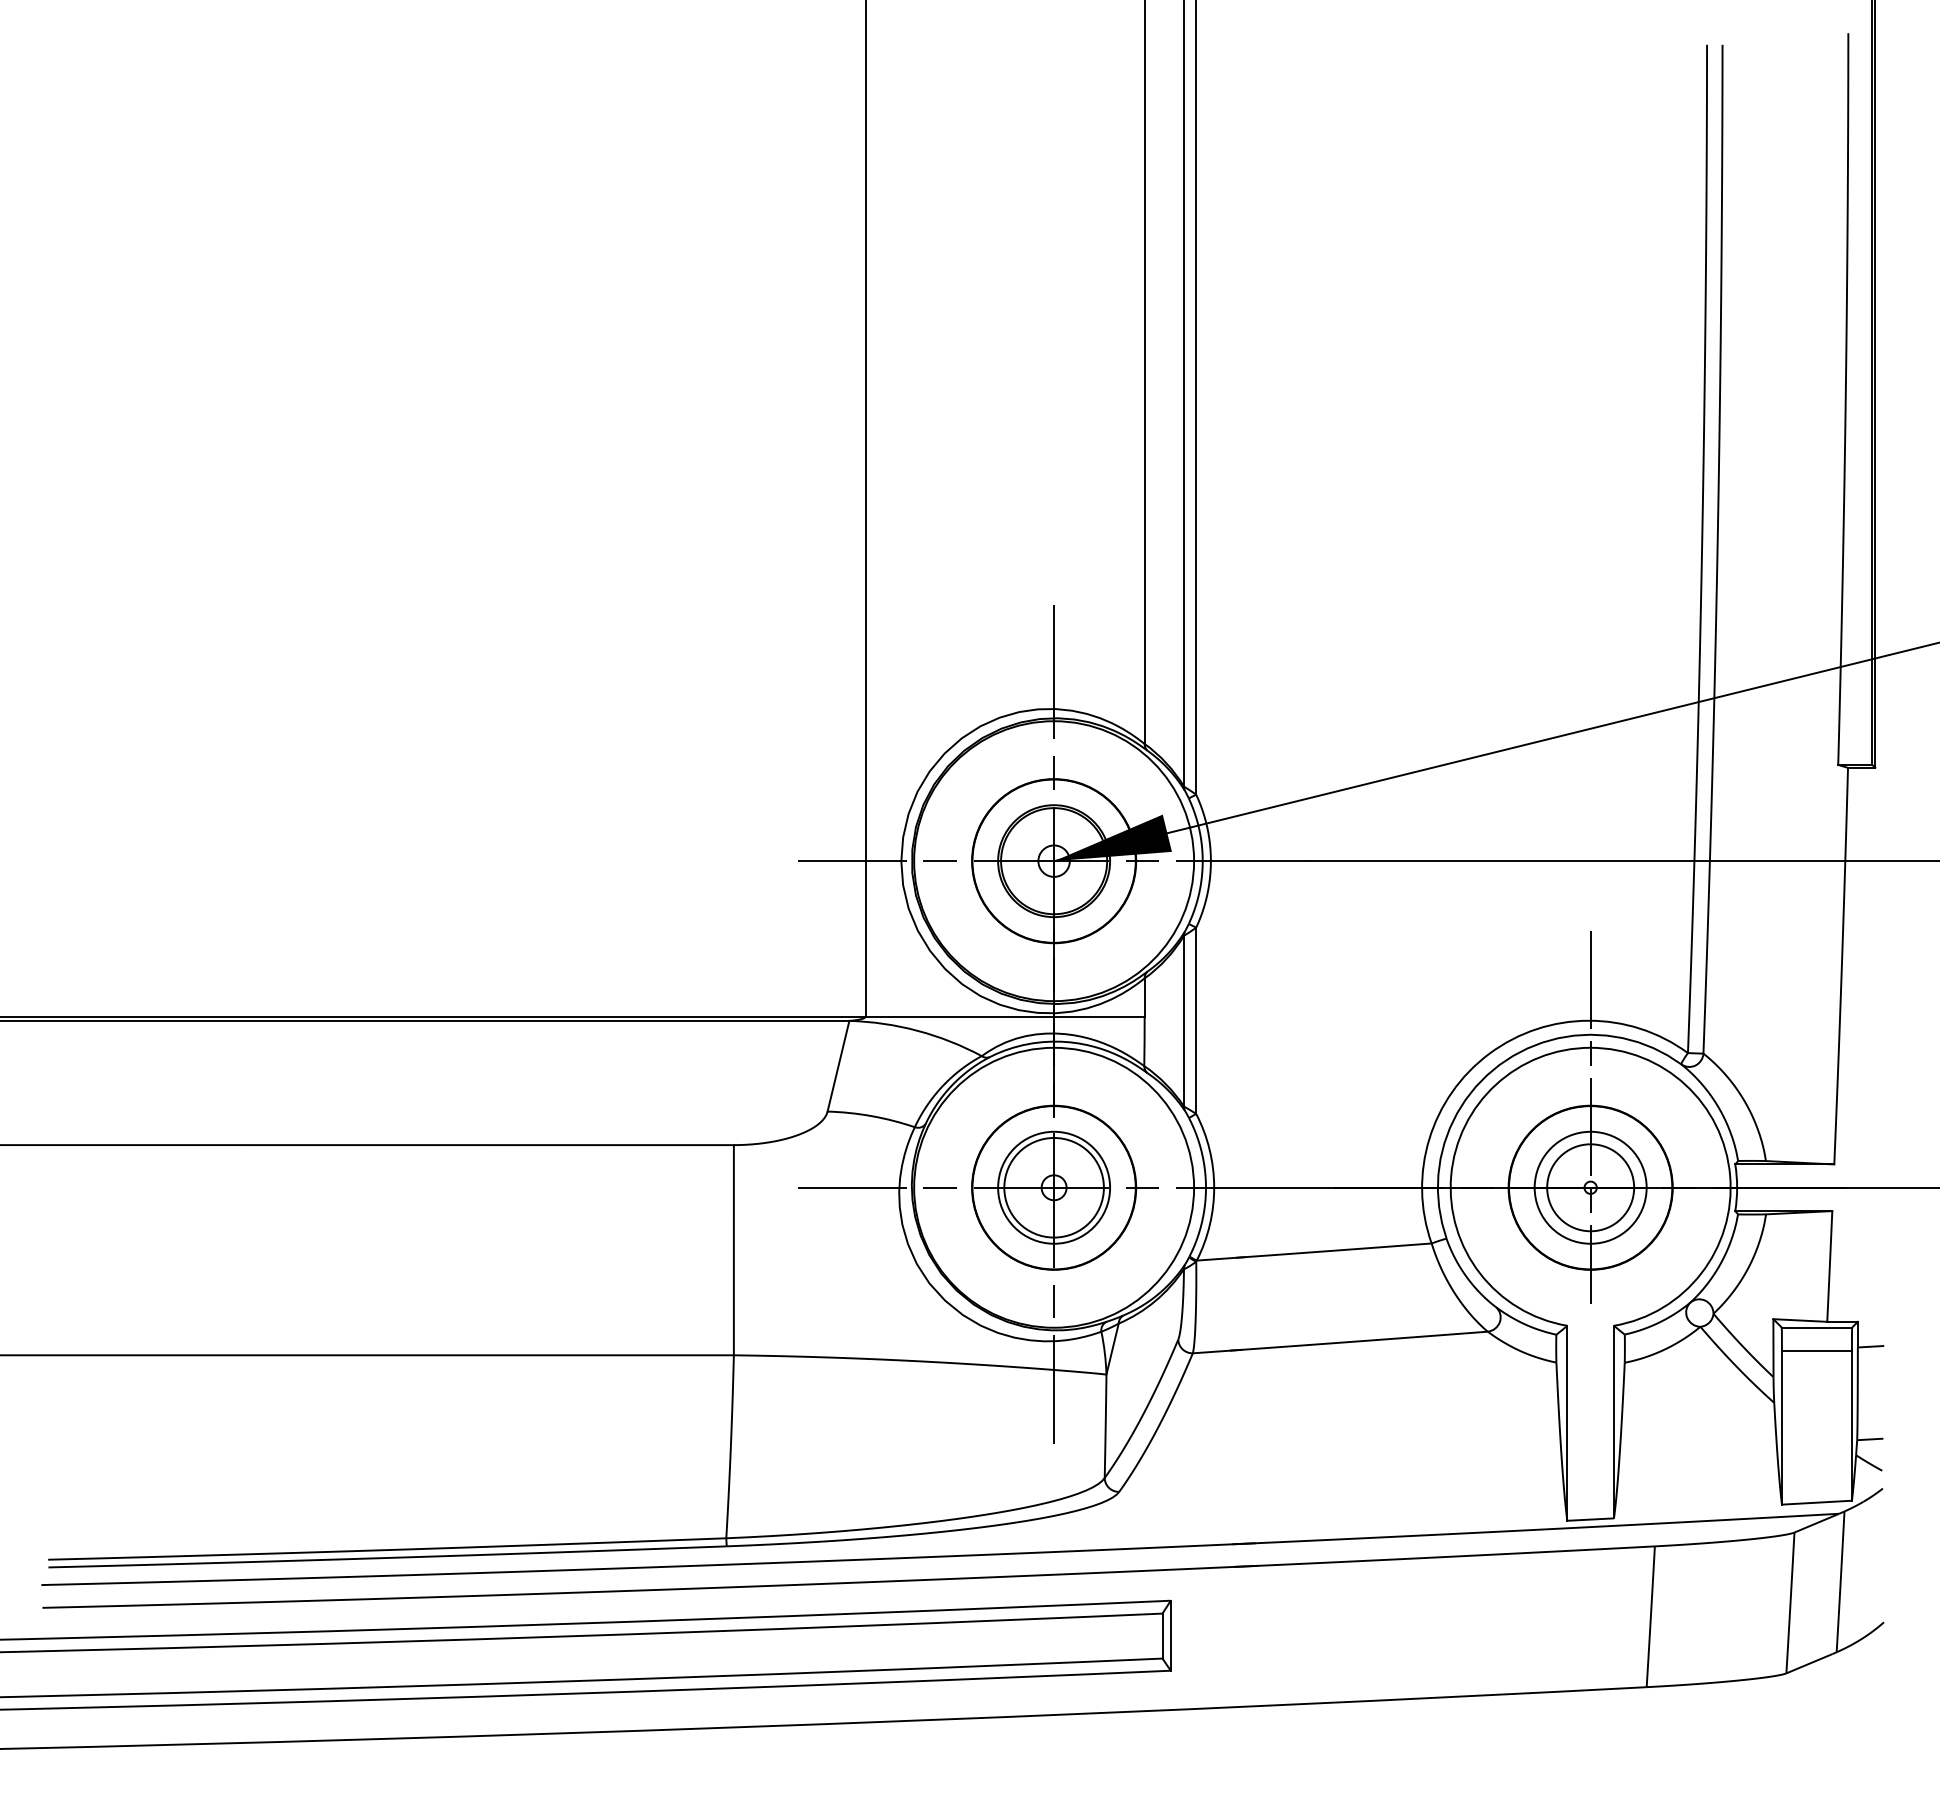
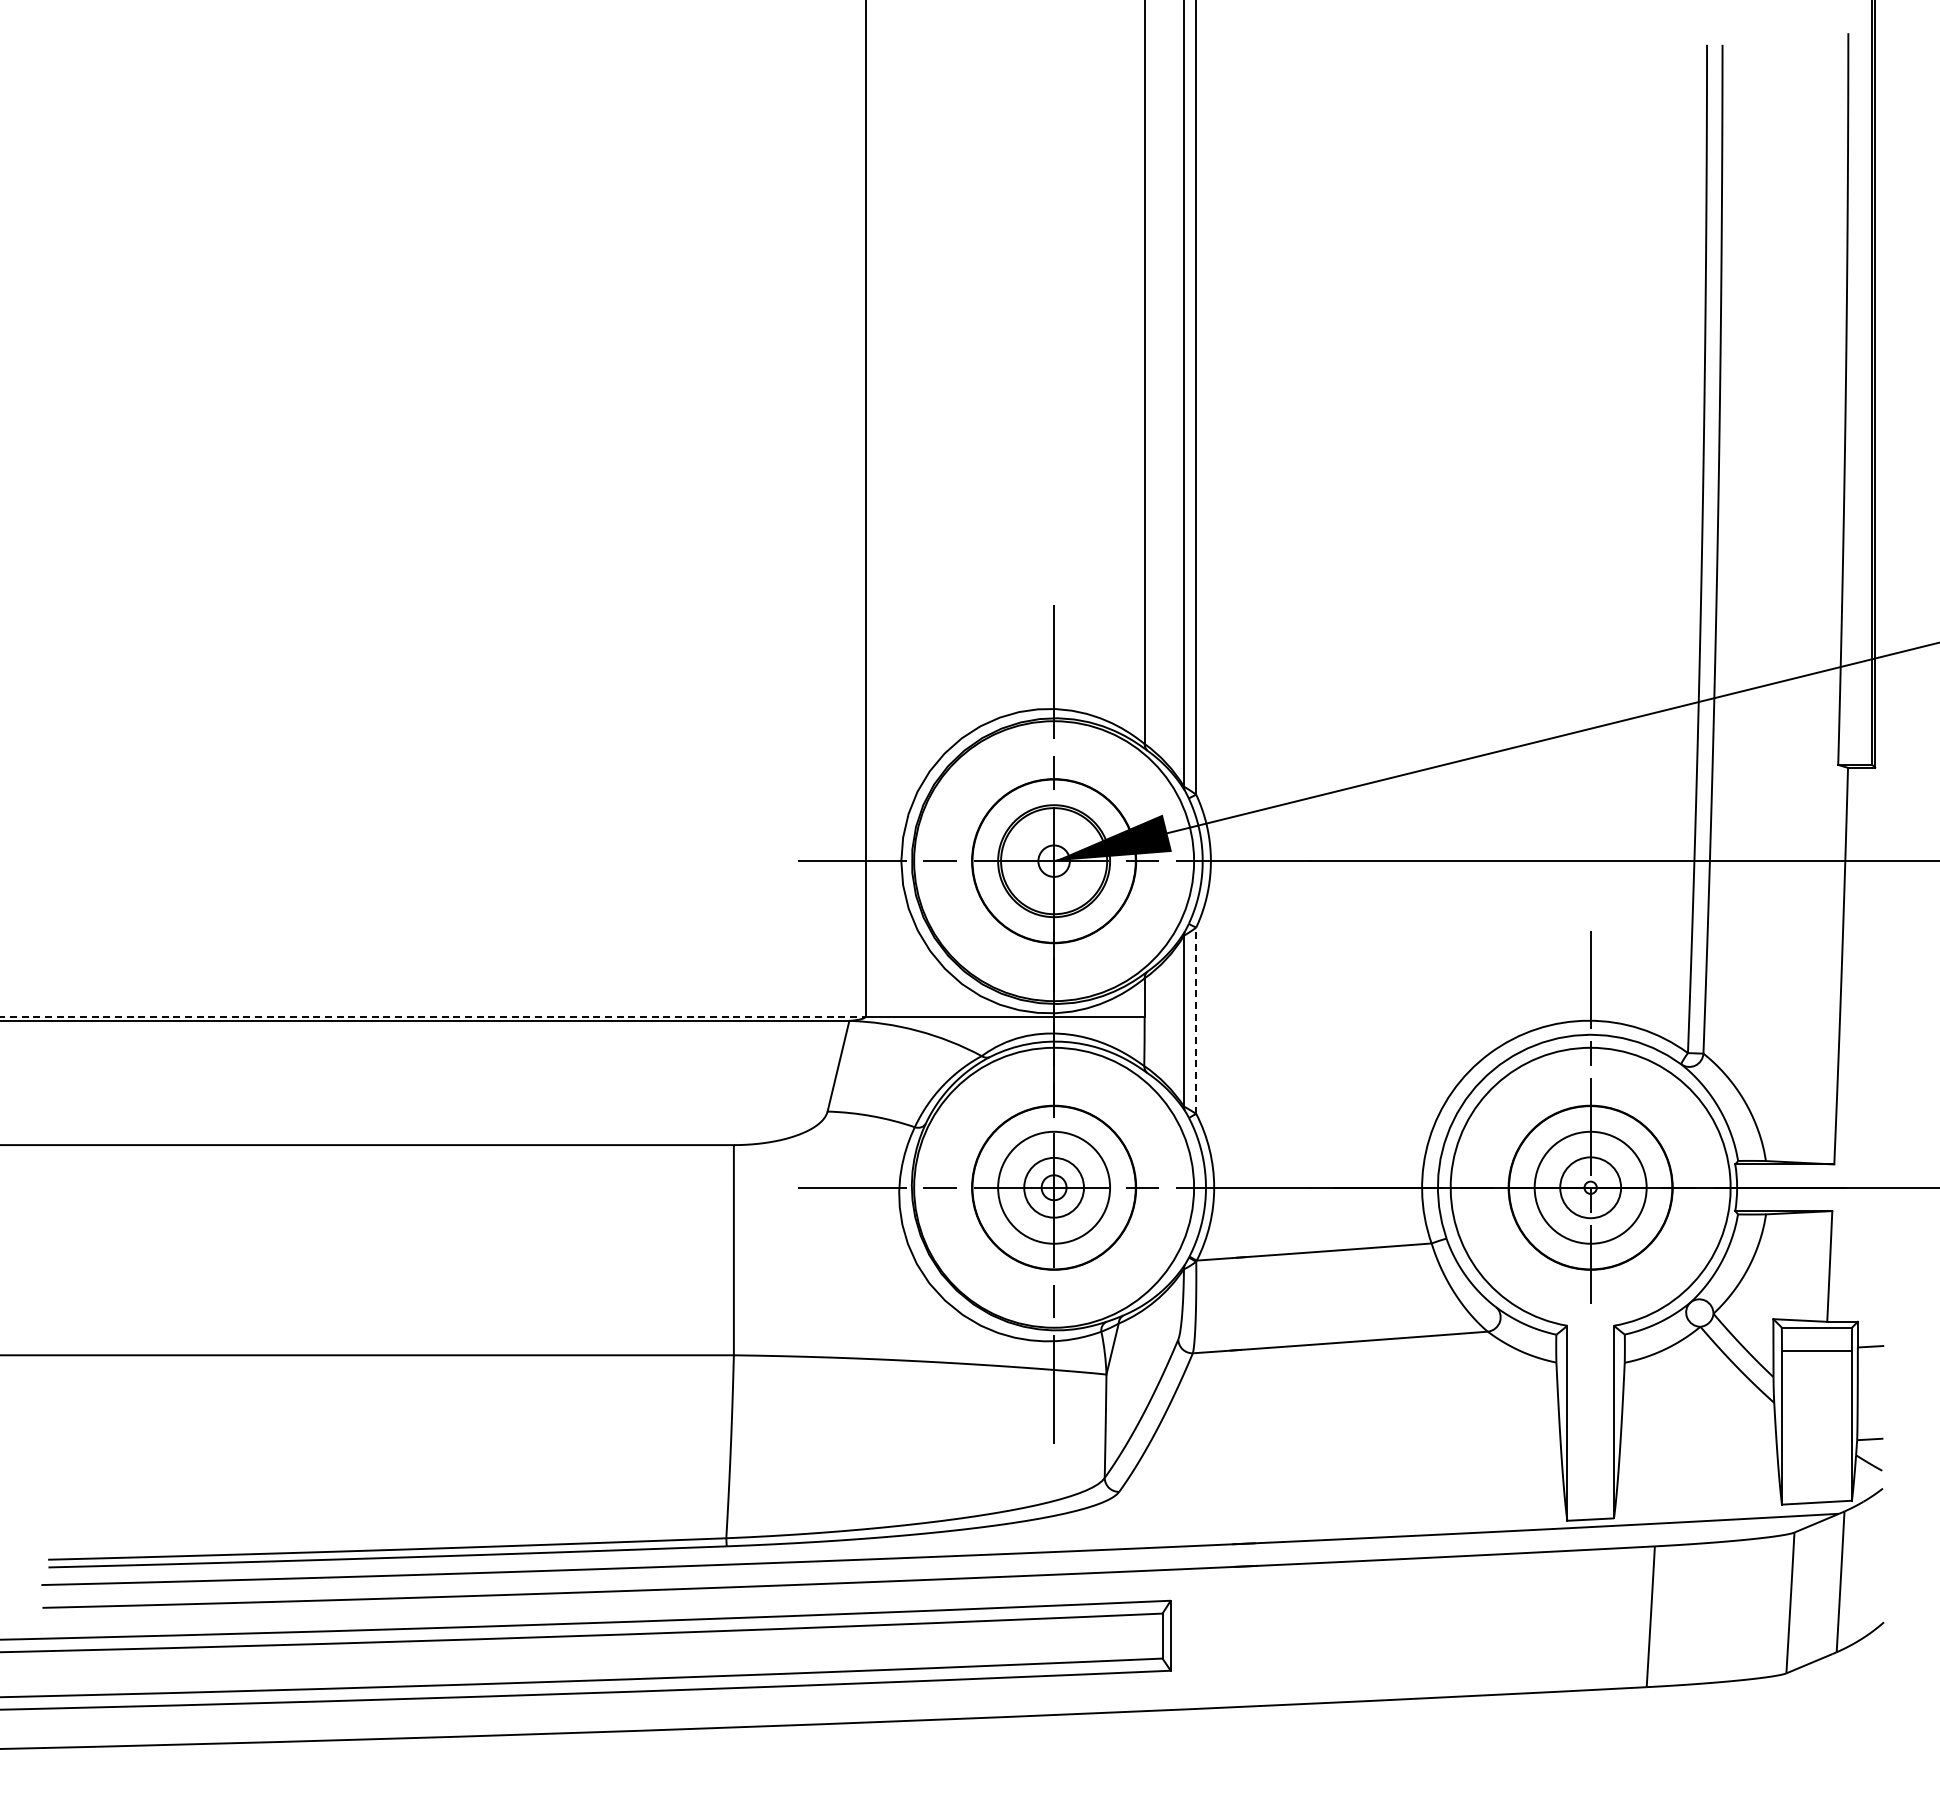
line at (432, 1016): solid -> dashed
line at (1196, 1020): solid -> dashed
circle at (1053, 1187) diameter: 100 px -> 60 px
circle at (1590, 1187) diameter: 87 px -> 61 px
